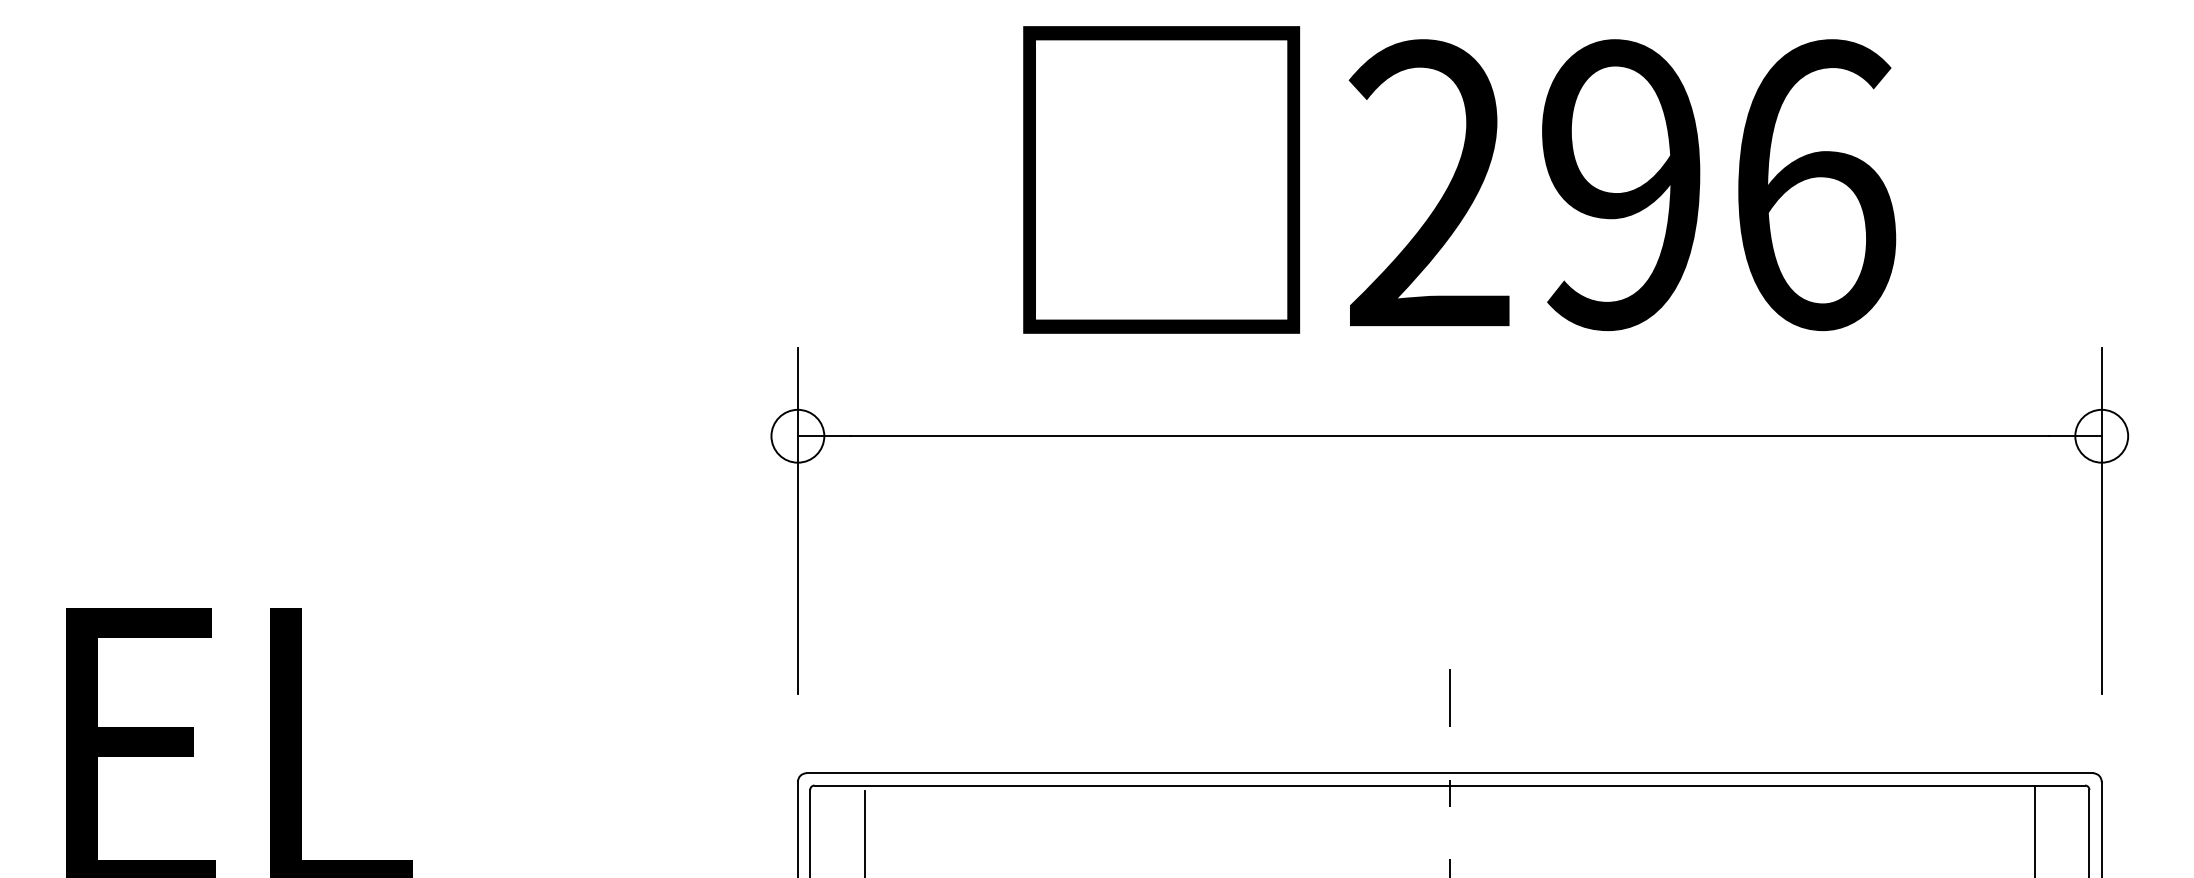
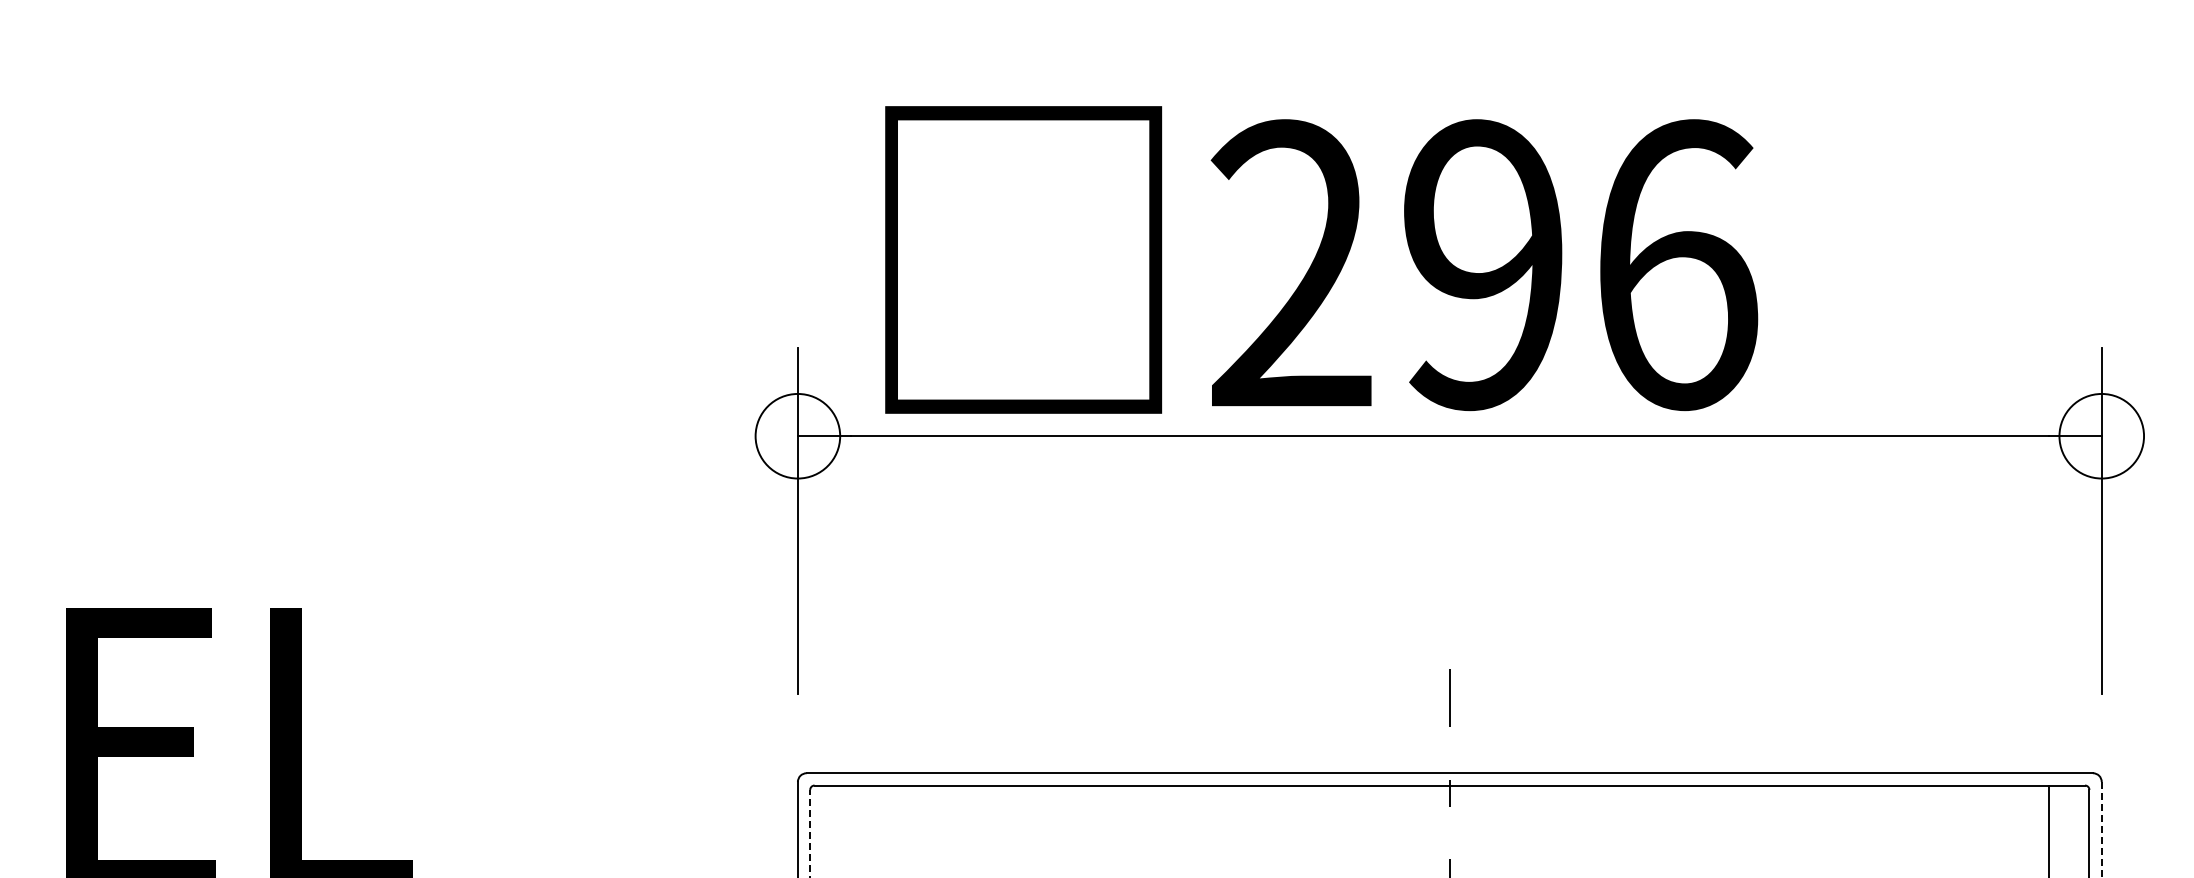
text at (1459, 179) position: (1459, 179) -> (1321, 259)
circle at (797, 435) diameter: 53 px -> 85 px
circle at (2101, 435) diameter: 53 px -> 85 px
line at (2034, 829) position: (2034, 829) -> (2048, 829)
line at (2101, 830): solid -> dashed
line at (865, 832): present -> none
line at (810, 833): solid -> dashed
